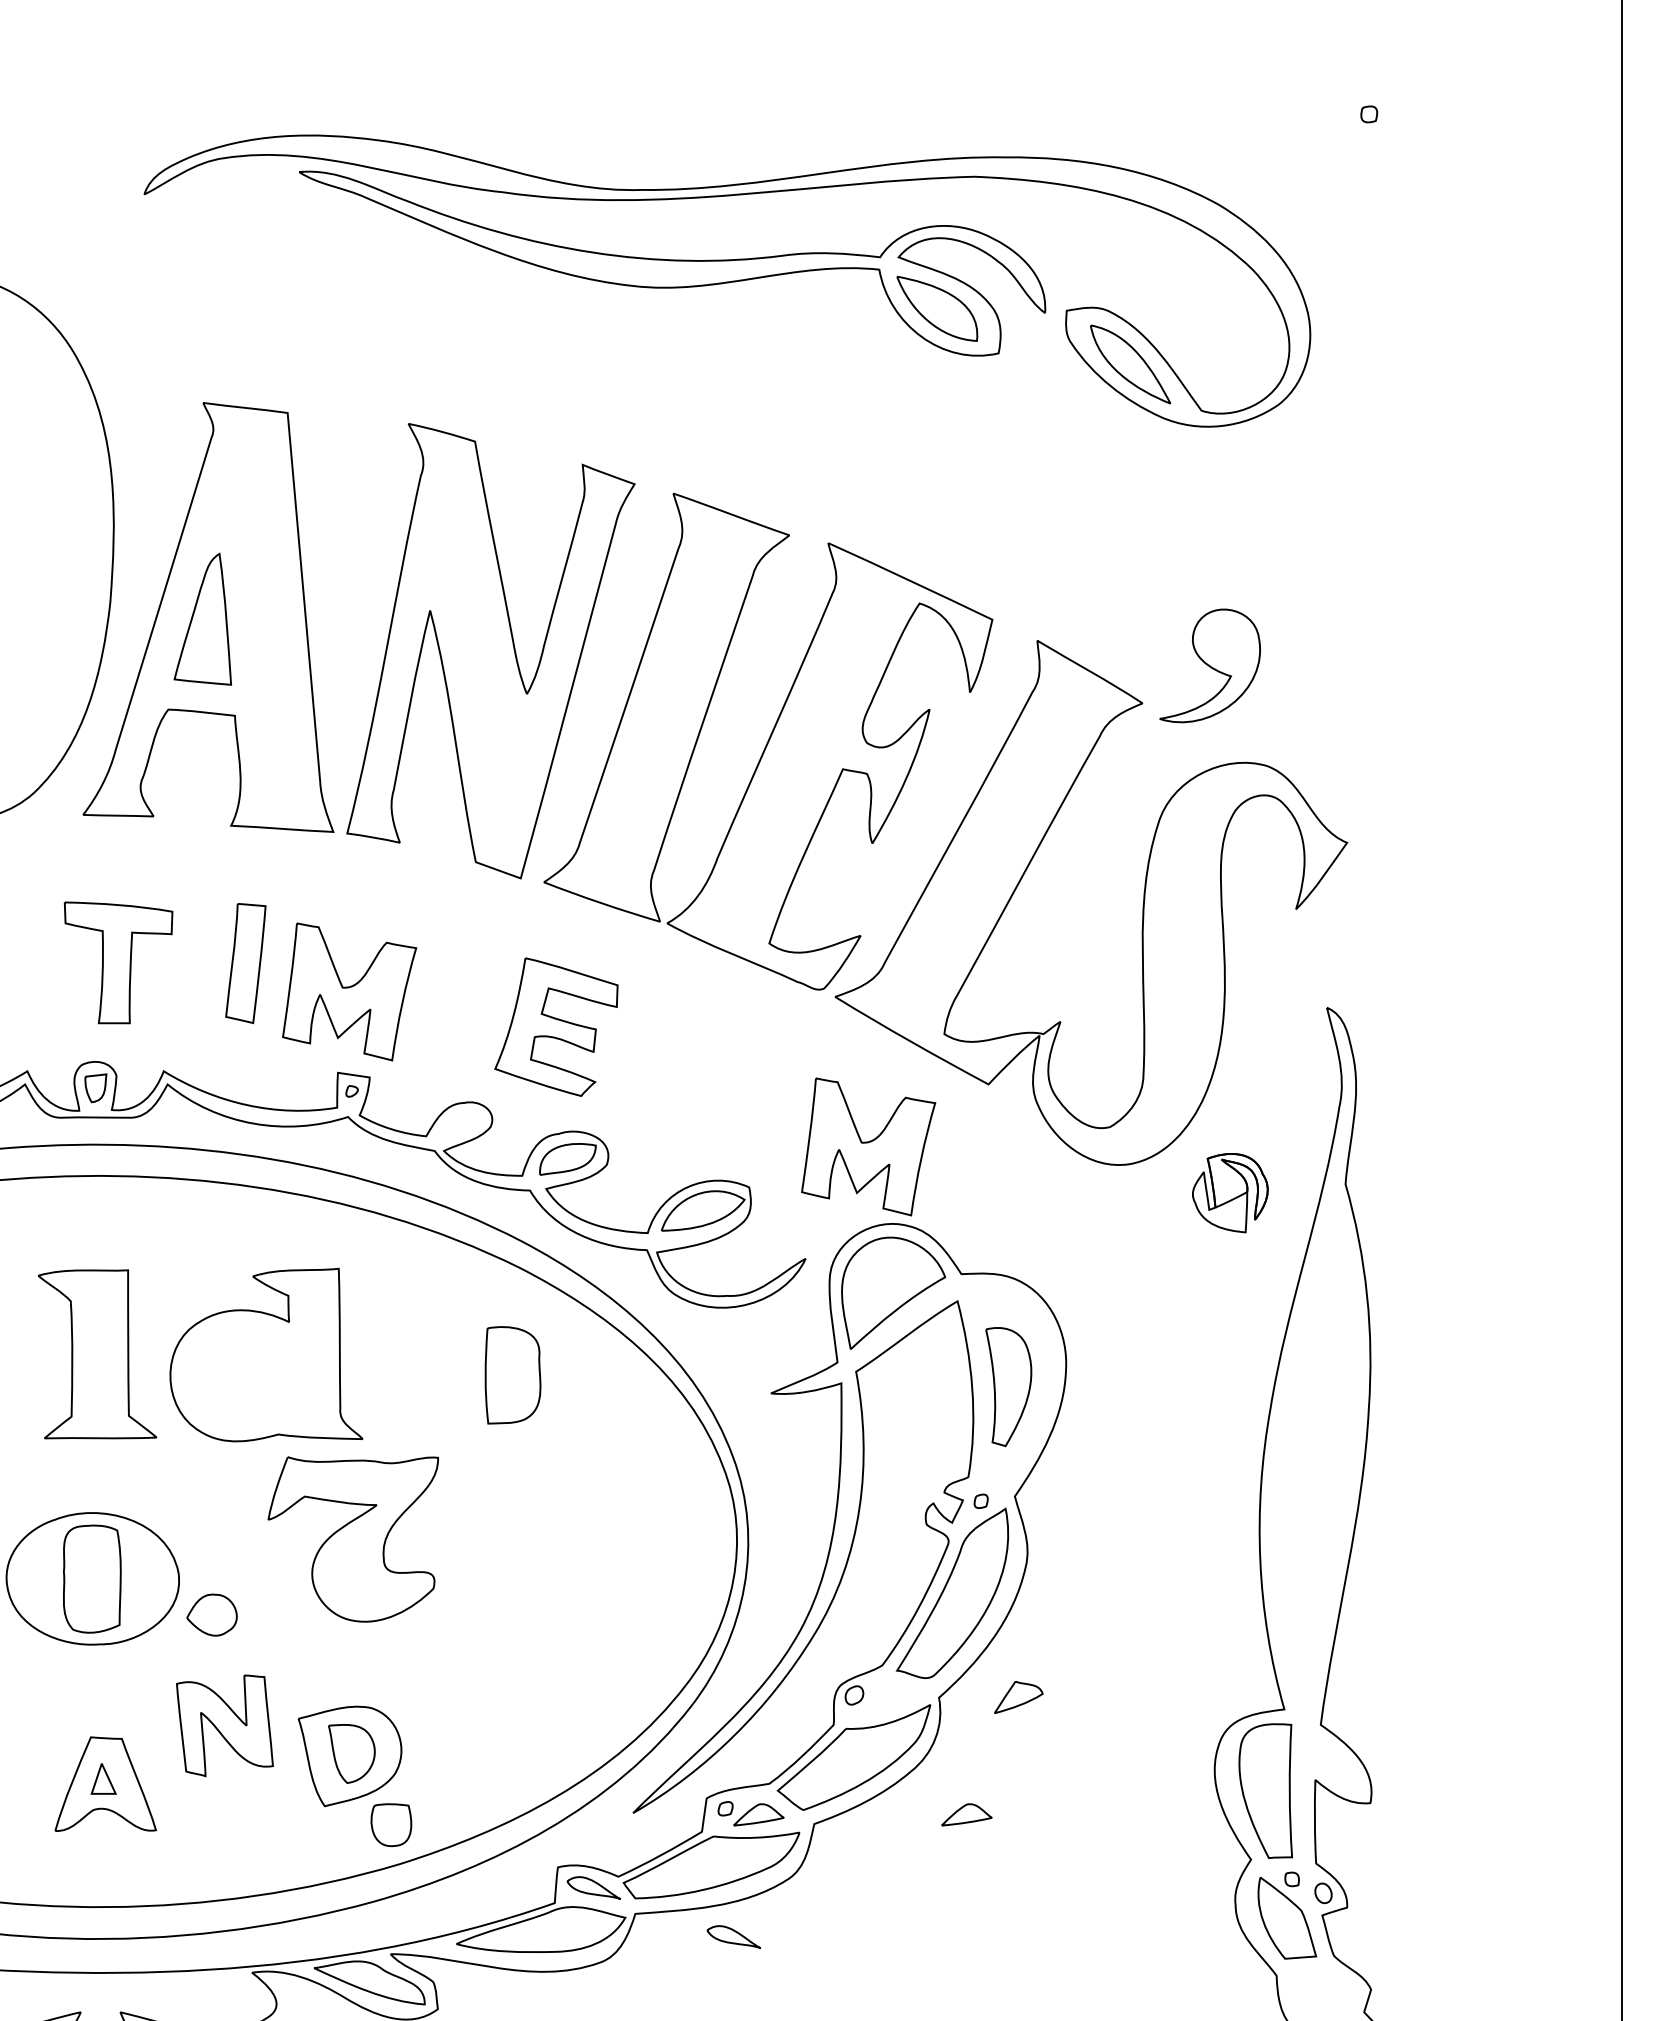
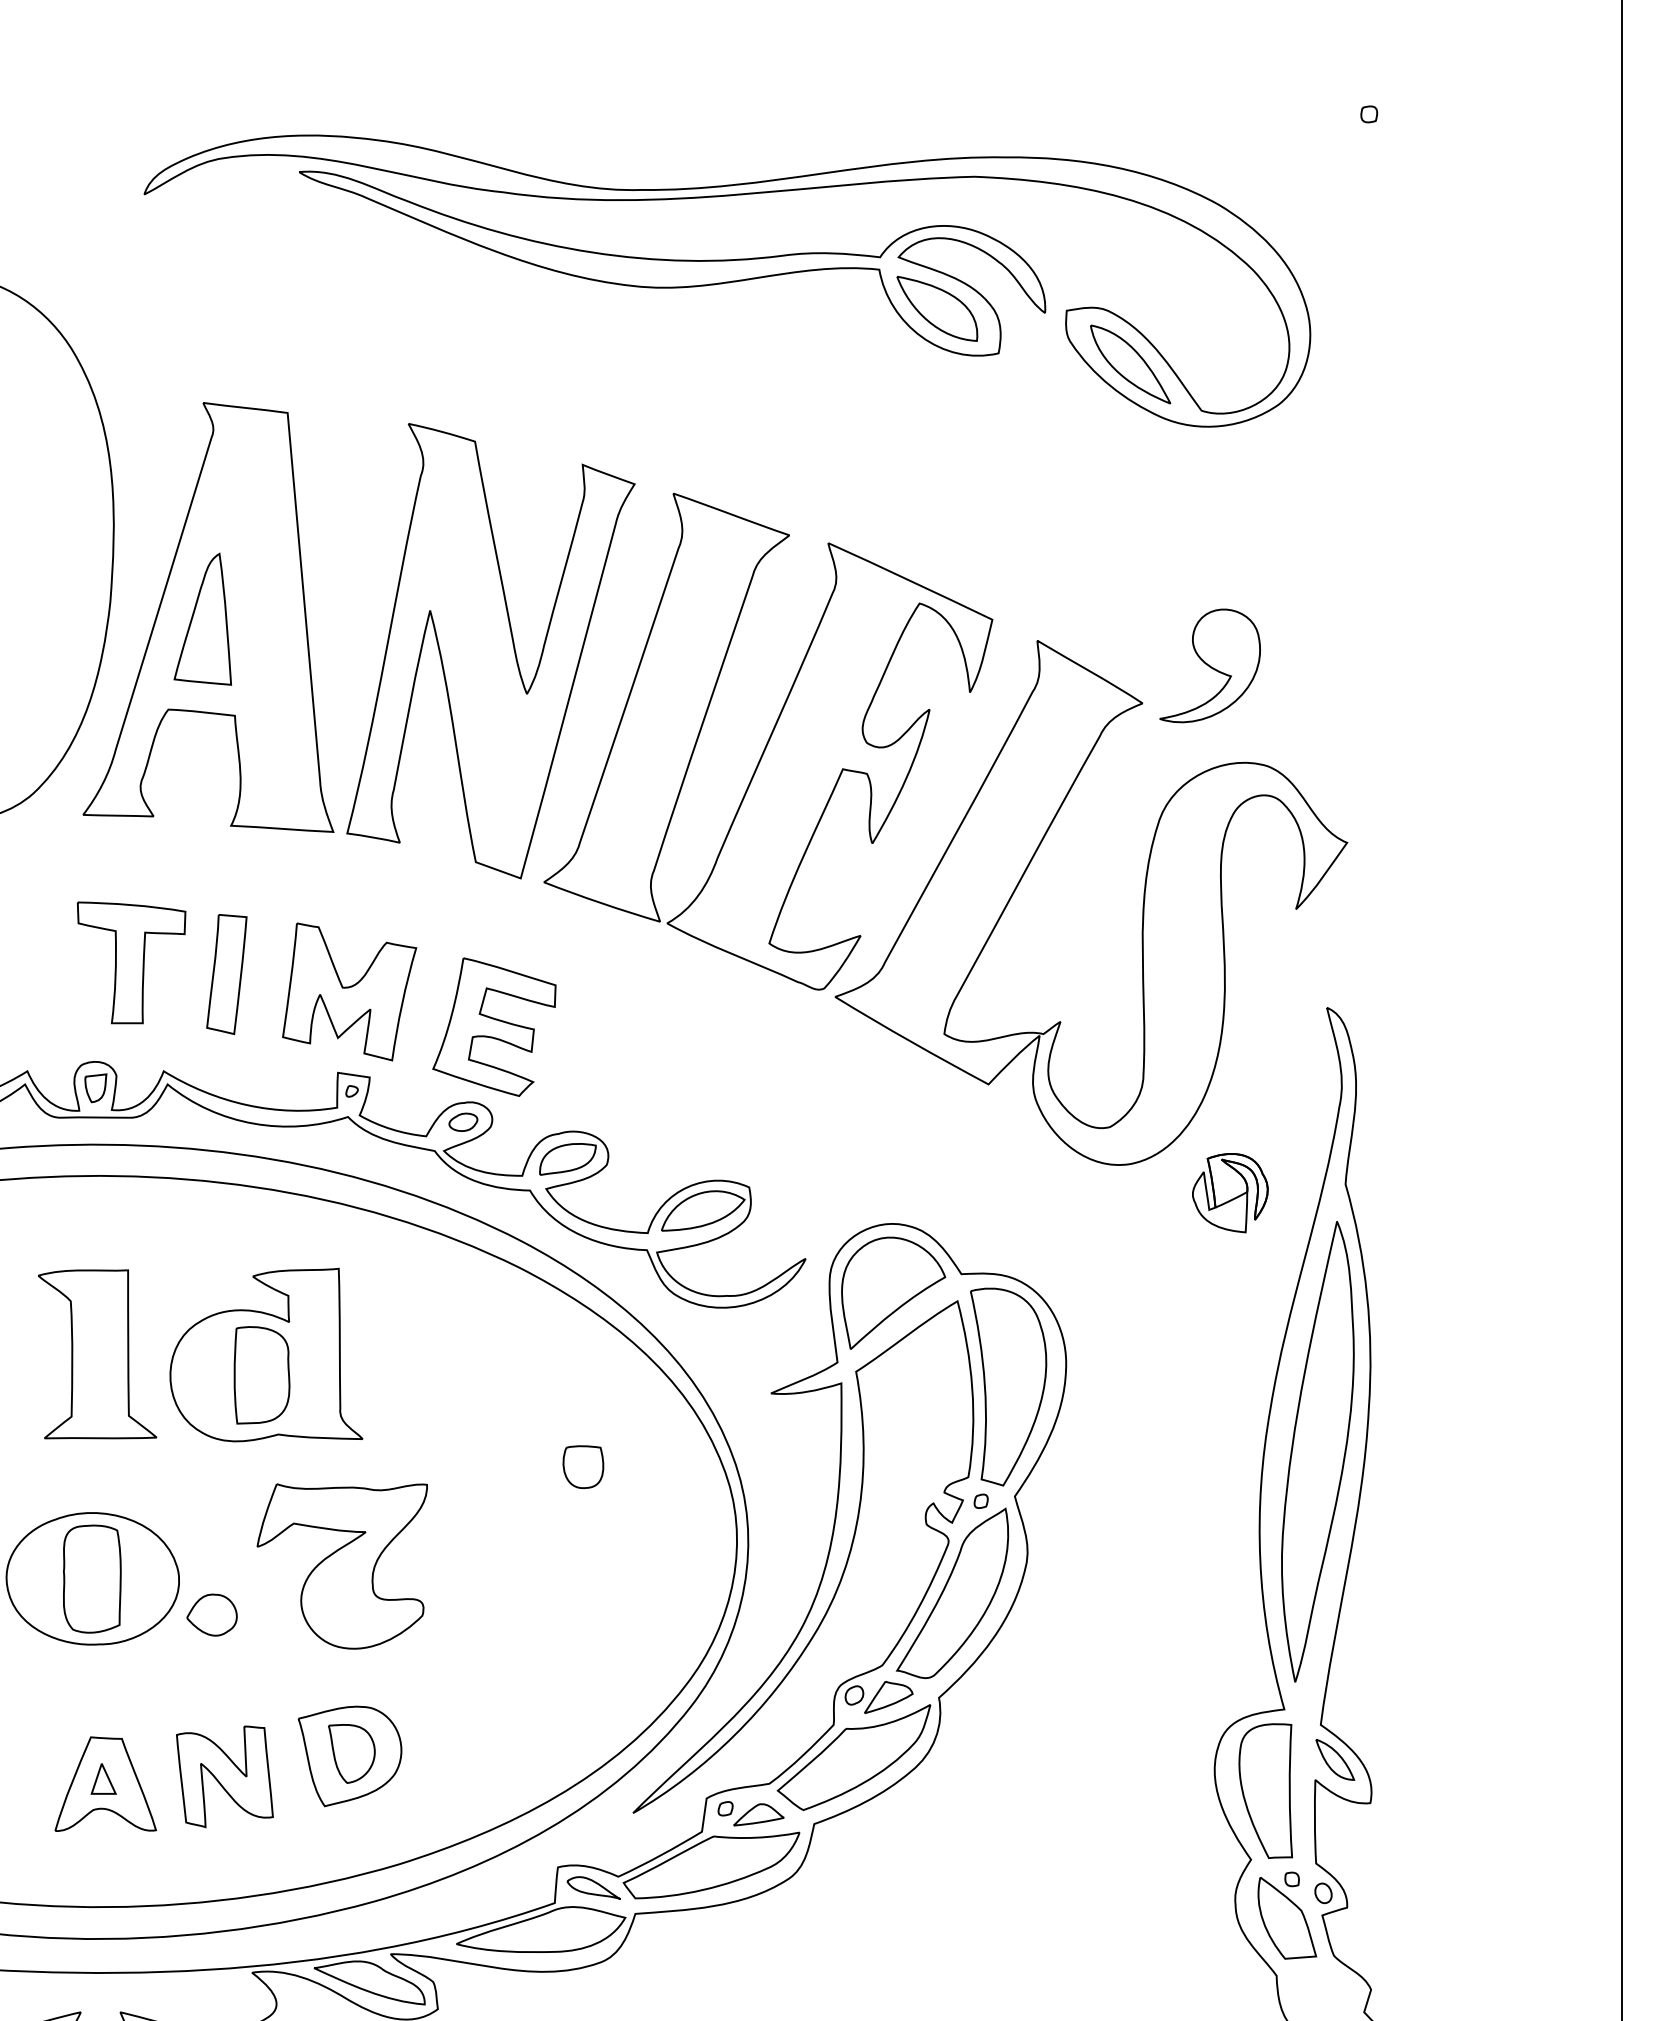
part at (118, 962) position: (118, 962) -> (131, 962)
part at (245, 963) position: (245, 963) -> (226, 974)
part at (556, 1026) position: (556, 1026) -> (494, 1026)
part at (463, 1121): none -> present
part at (868, 1146): present -> none
part at (512, 1375) position: (512, 1375) -> (261, 1375)
part at (1008, 1387) size: 48x121 px -> 78x200 px
part at (1317, 1451): none -> present
part at (352, 1539) position: (352, 1539) -> (341, 1566)
part at (1018, 1697) position: (1018, 1697) -> (888, 1697)
part at (224, 1725) position: (224, 1725) -> (224, 1776)
part at (1335, 1759): none -> present
part at (966, 1814): present -> none
part at (391, 1825) position: (391, 1825) -> (583, 1467)
part at (733, 1936): present -> none
